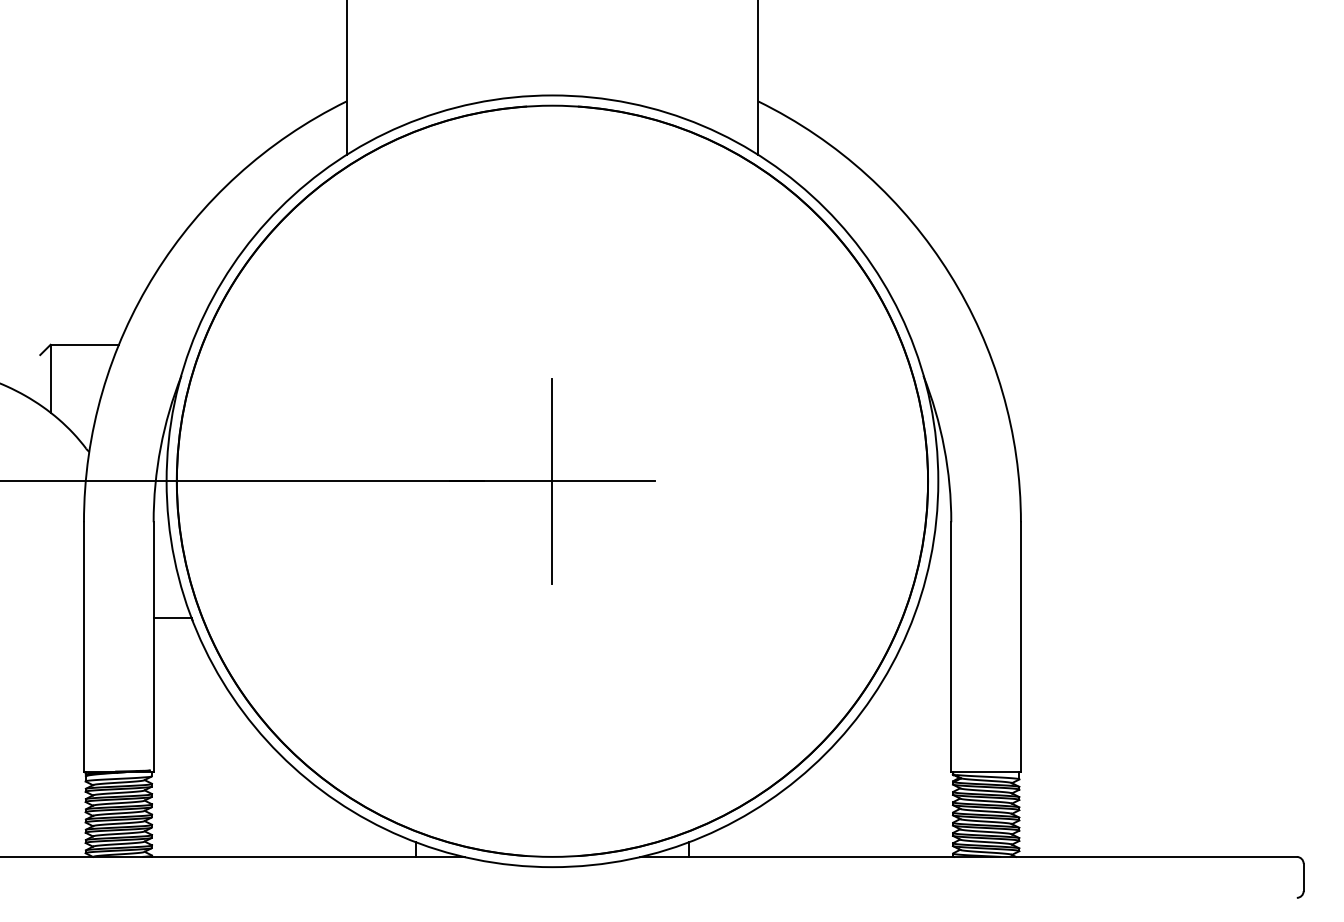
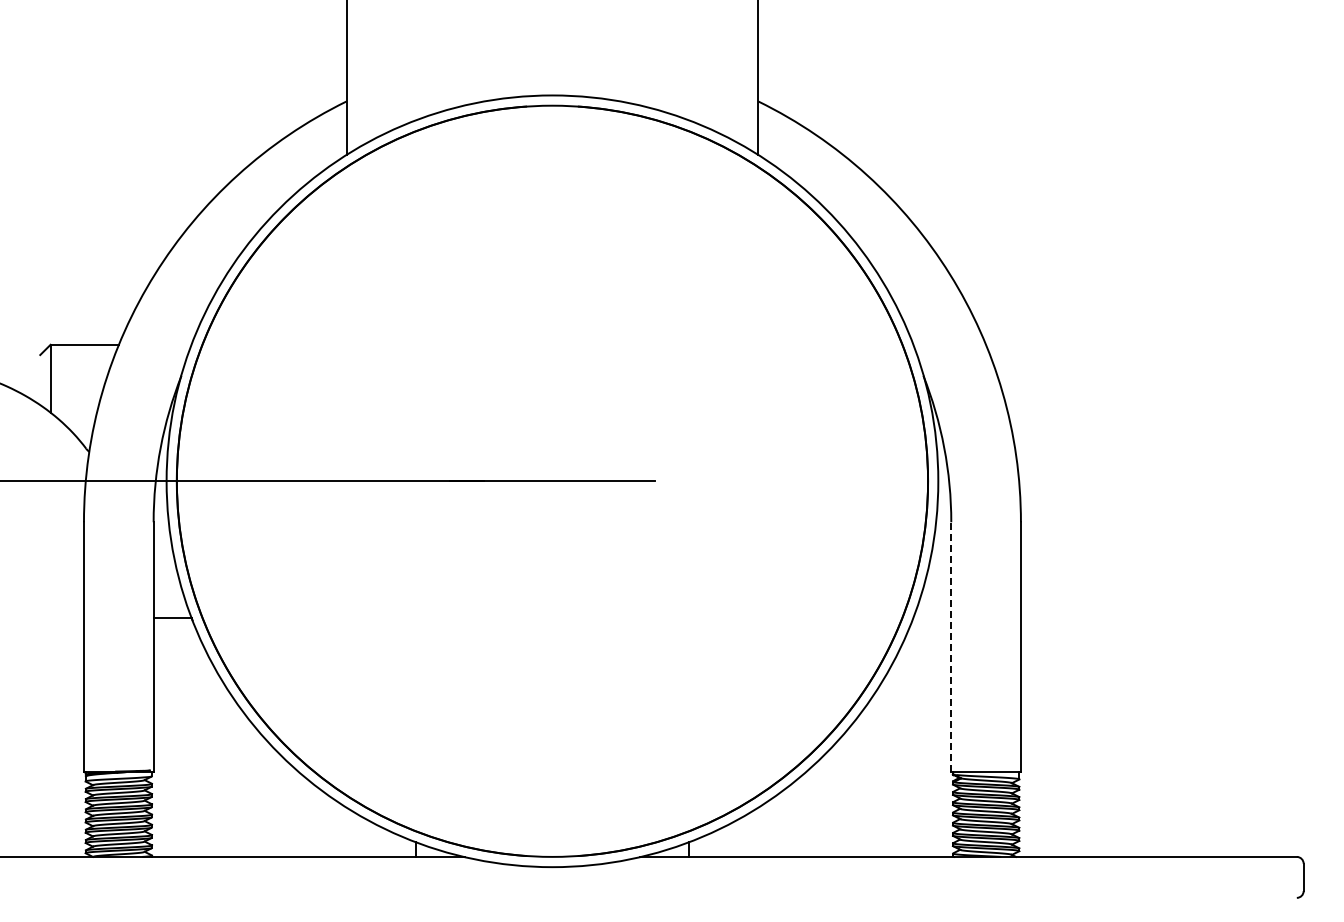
line at (552, 480): present -> none
line at (951, 646): solid -> dashed
